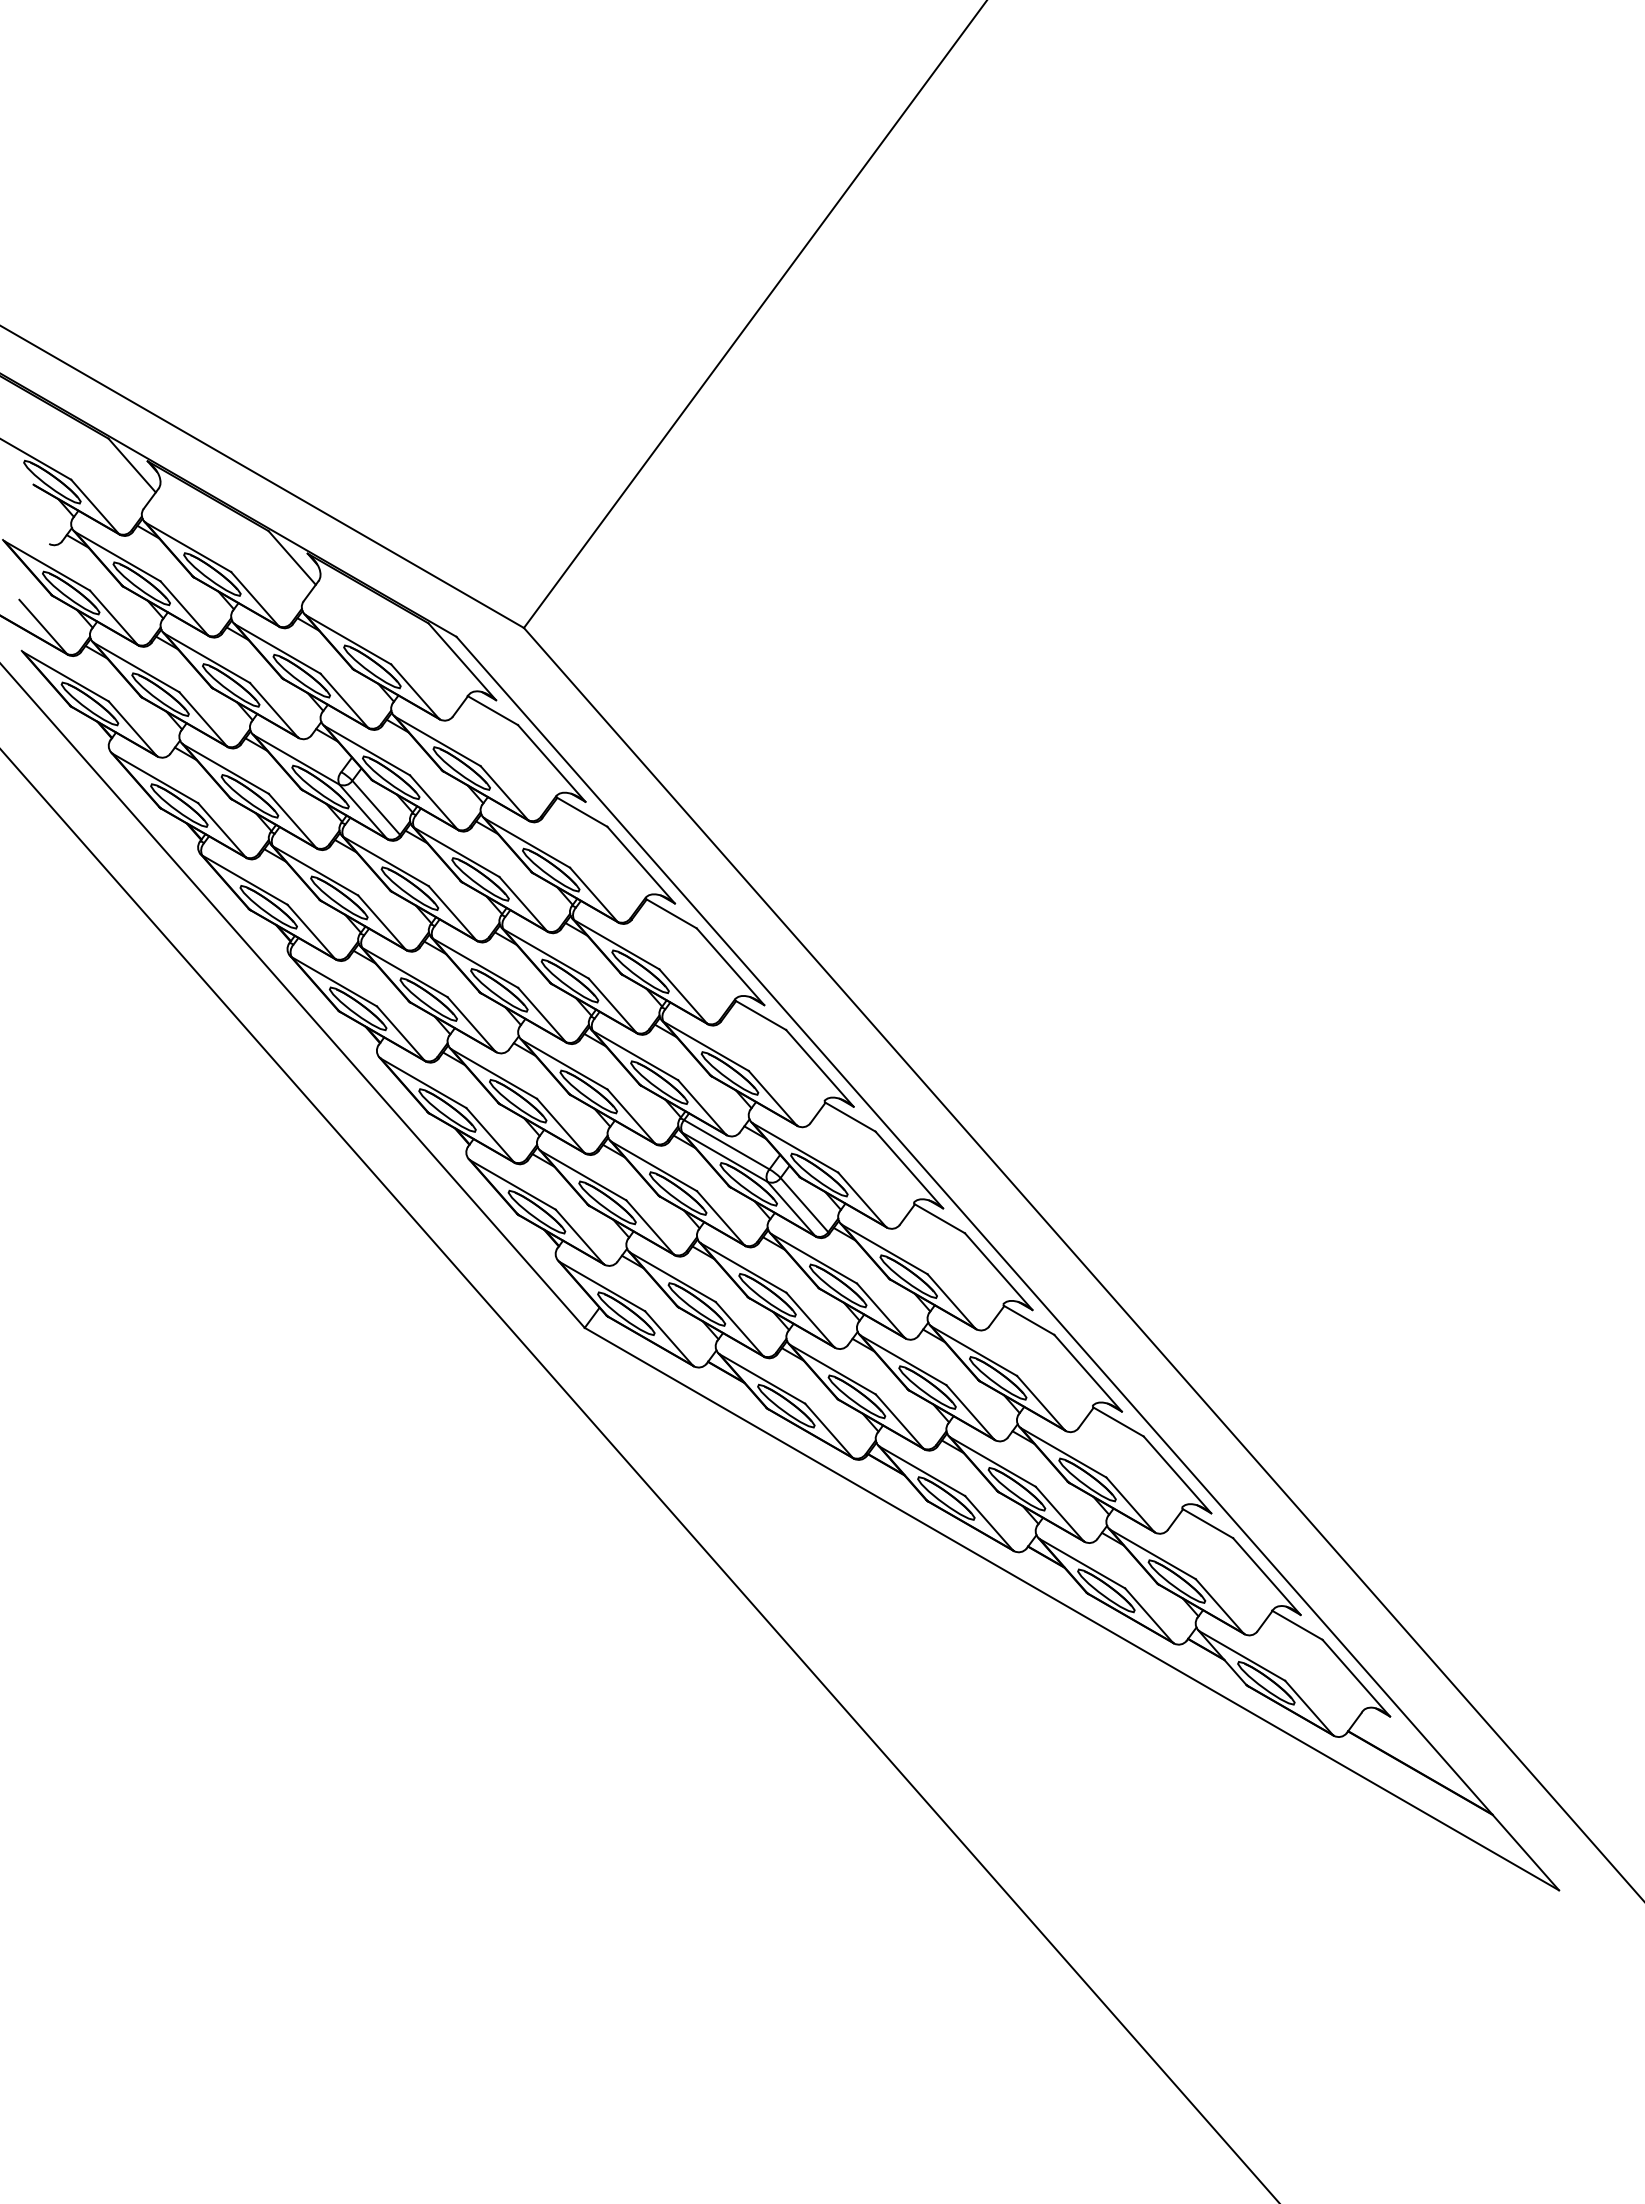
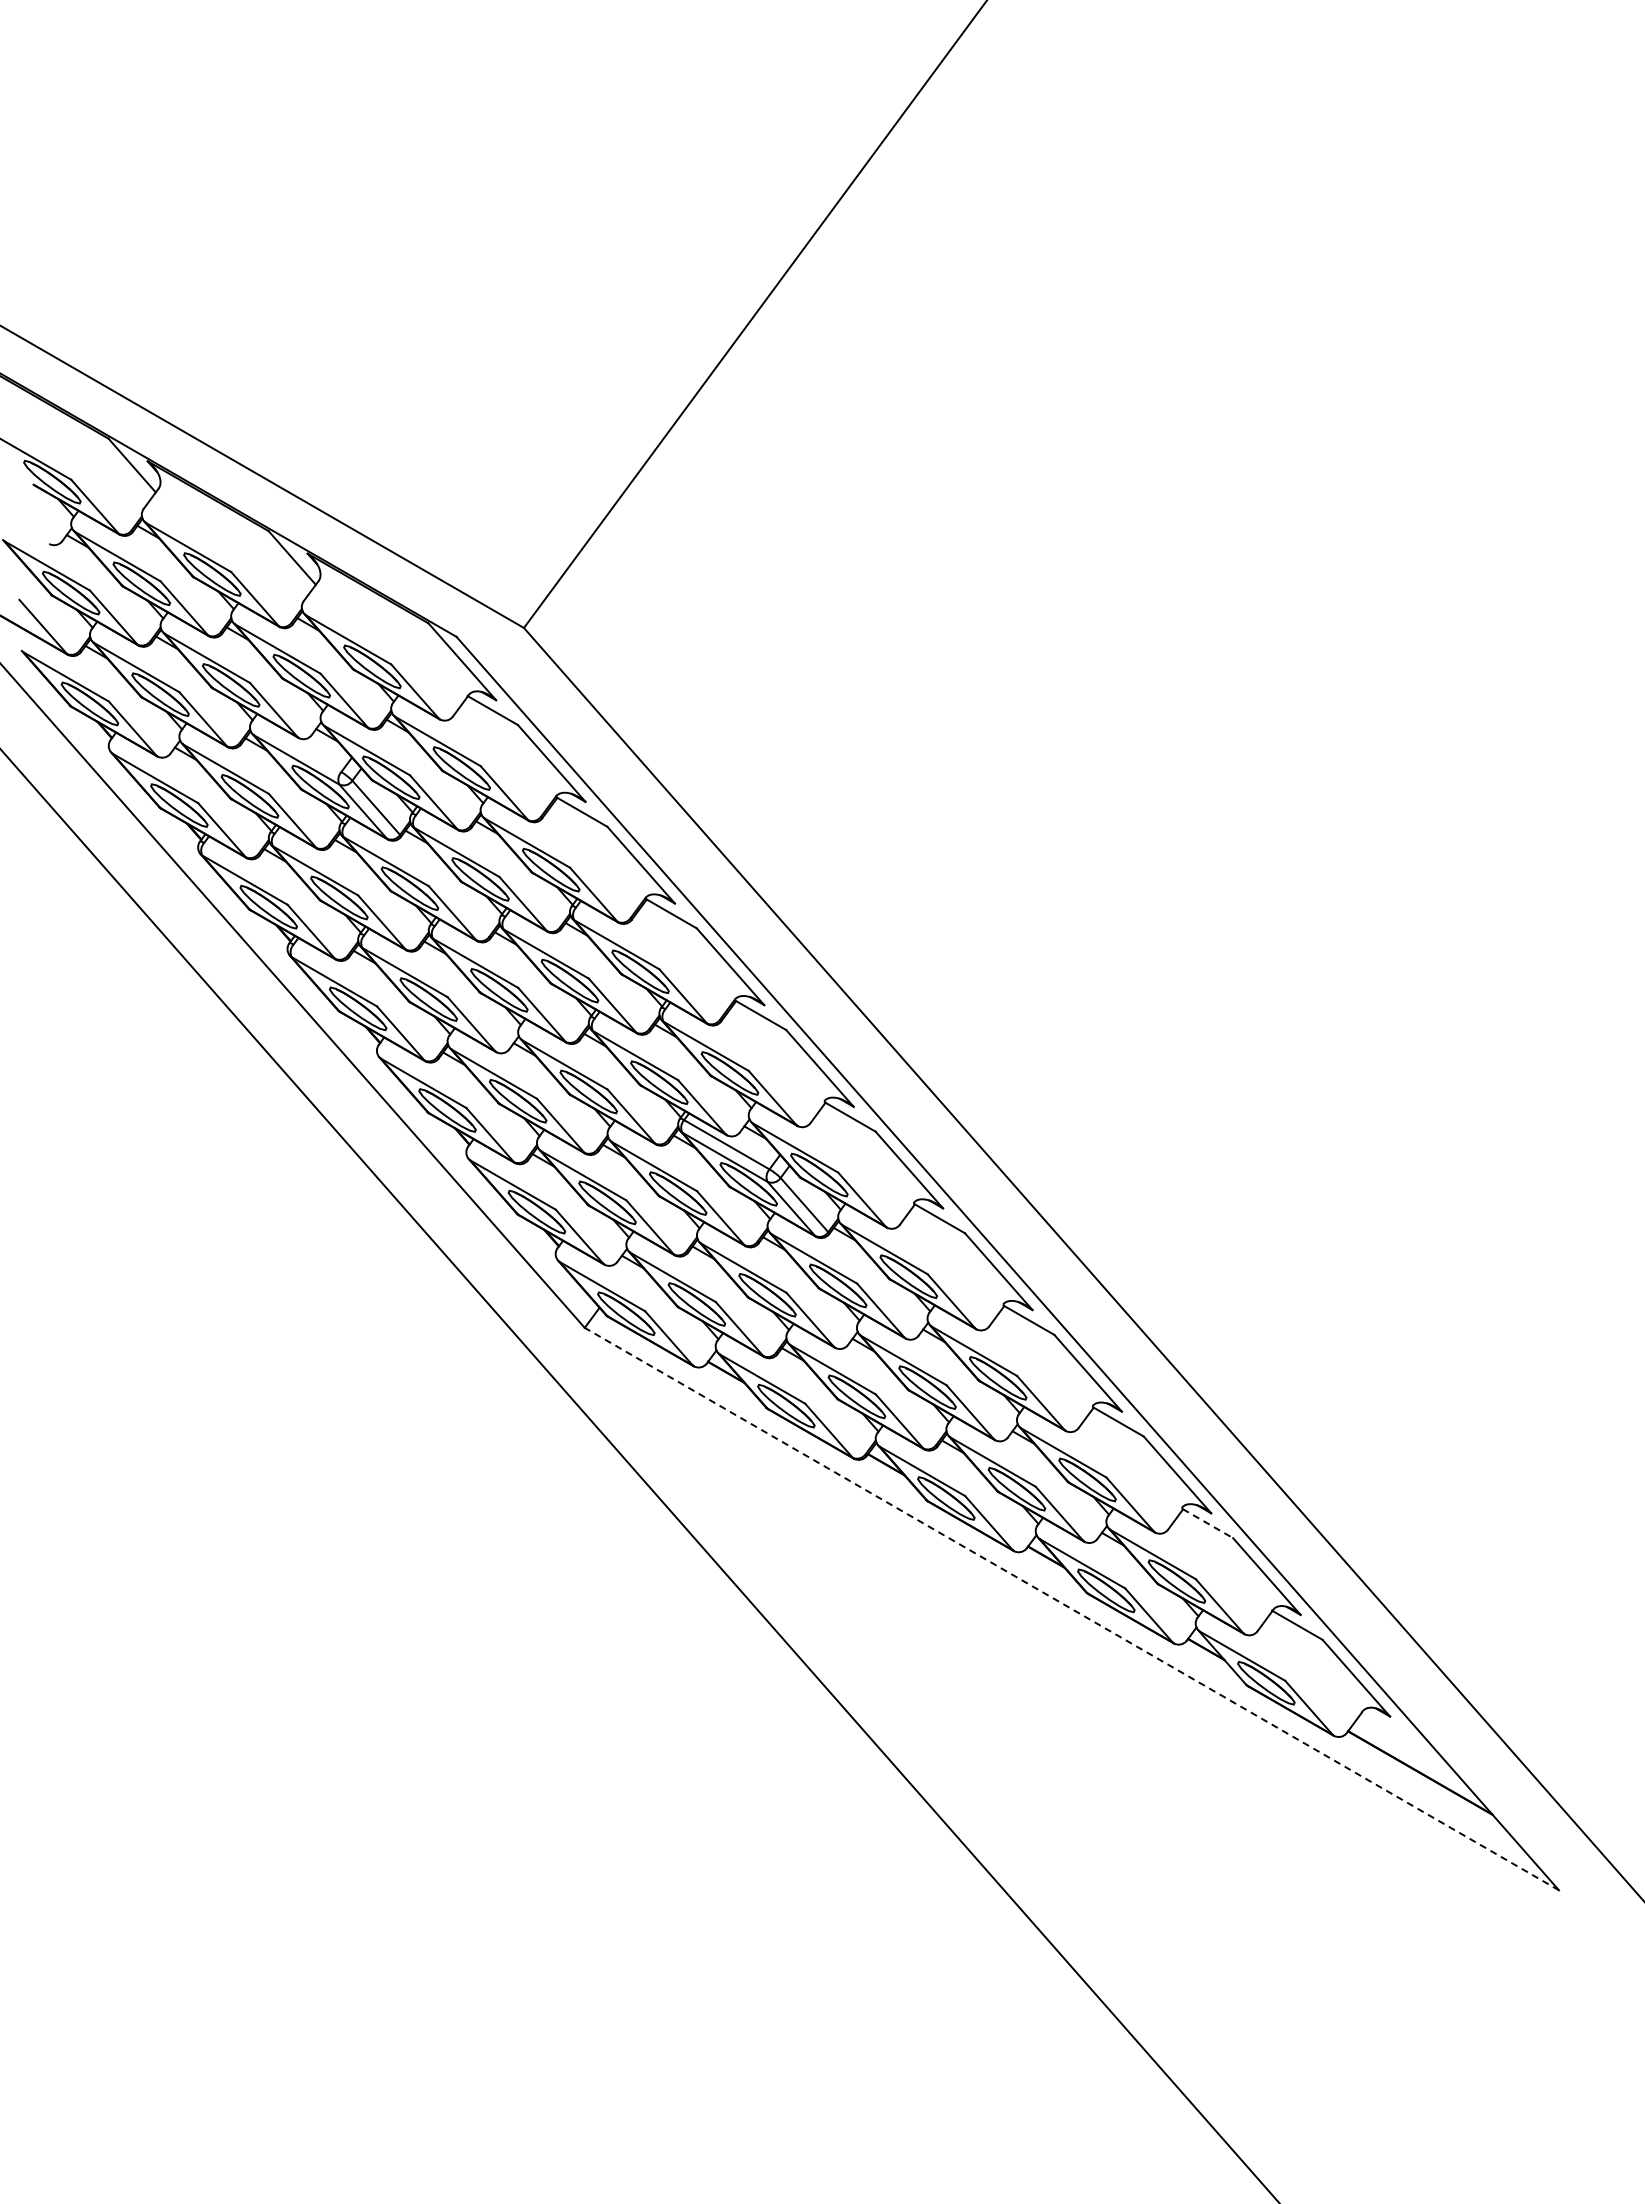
line at (1208, 1523): solid -> dashed
line at (1071, 1608): solid -> dashed
